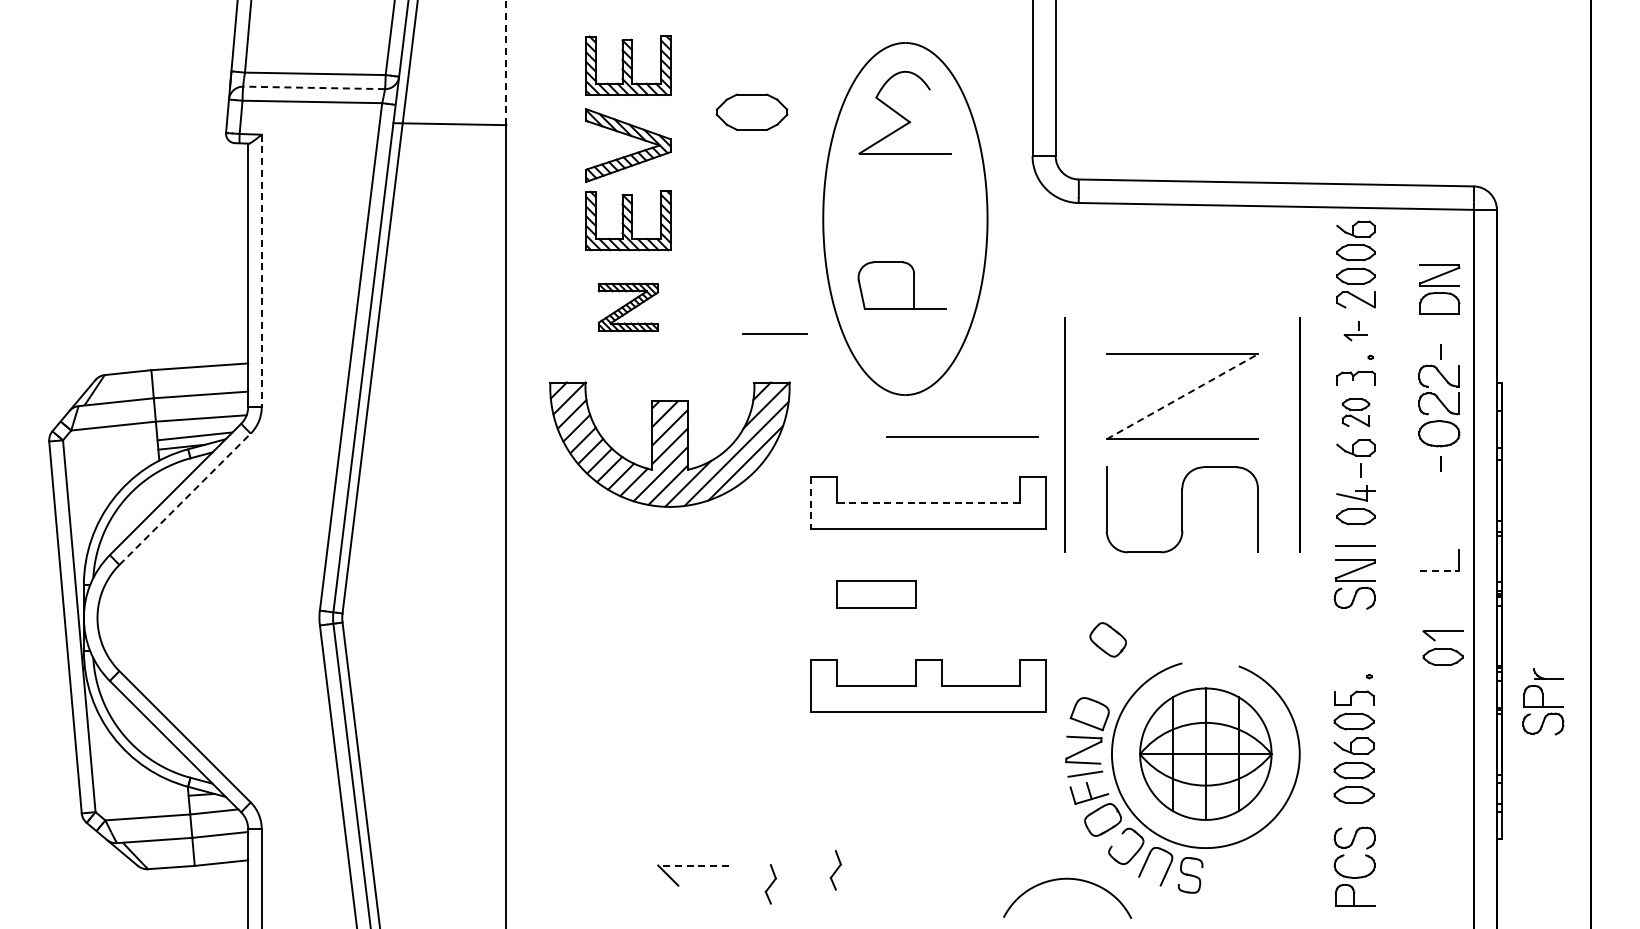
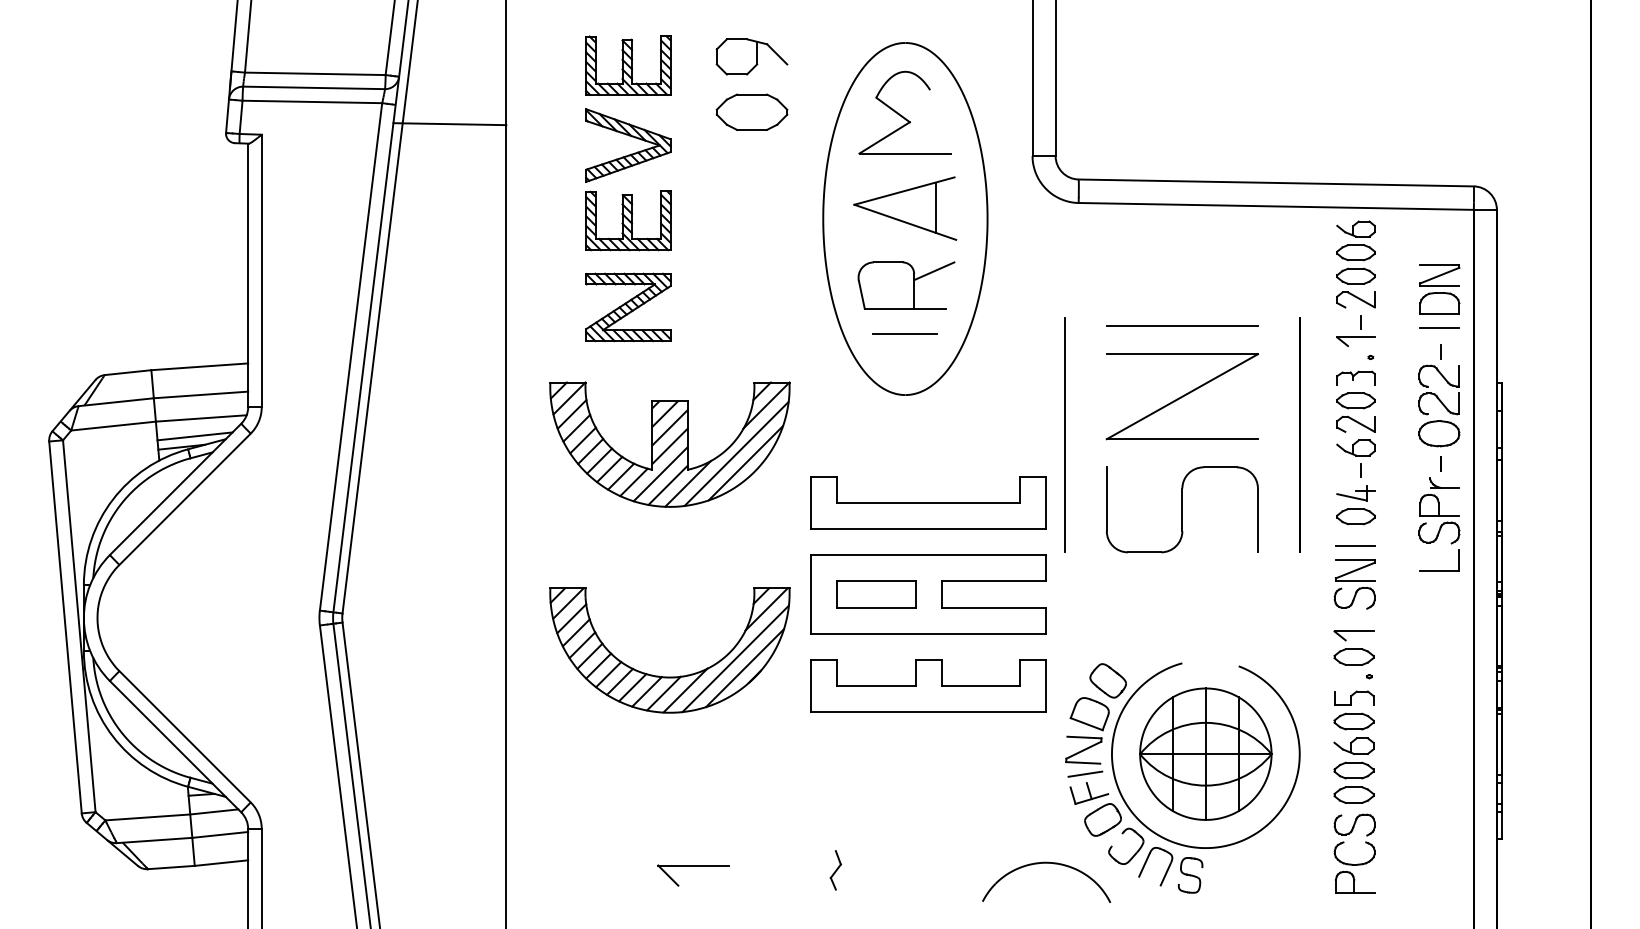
part at (751, 56): none -> present
line at (506, 62): dashed -> solid
line at (314, 87): dashed -> solid
part at (905, 208): none -> present
line at (261, 271): dashed -> solid
line at (934, 271): none -> present
part at (628, 307) size: 63x51 px -> 87x71 px
line at (1439, 327): none -> present
part at (1355, 331) size: 25x21 px -> 40x33 px
line at (774, 333) position: (774, 333) -> (904, 333)
line at (1182, 396): dashed -> solid
part at (1355, 412) size: 30x30 px -> 40x41 px
line at (962, 436) position: (962, 436) -> (1182, 325)
line at (185, 499): dashed -> solid
line at (811, 503): dashed -> solid
line at (928, 503): dashed -> solid
line at (1440, 571): dashed -> solid
part at (928, 594): none -> present
part at (1107, 639) position: (1107, 639) -> (1107, 680)
part at (1442, 647) position: (1442, 647) -> (1353, 647)
part at (669, 676): none -> present
part at (1543, 701) position: (1543, 701) -> (1439, 510)
line at (692, 865): dashed -> solid
part at (1351, 876) position: (1351, 876) -> (1351, 863)
part at (1067, 879) position: (1067, 879) -> (1046, 863)
part at (770, 884): present -> none
